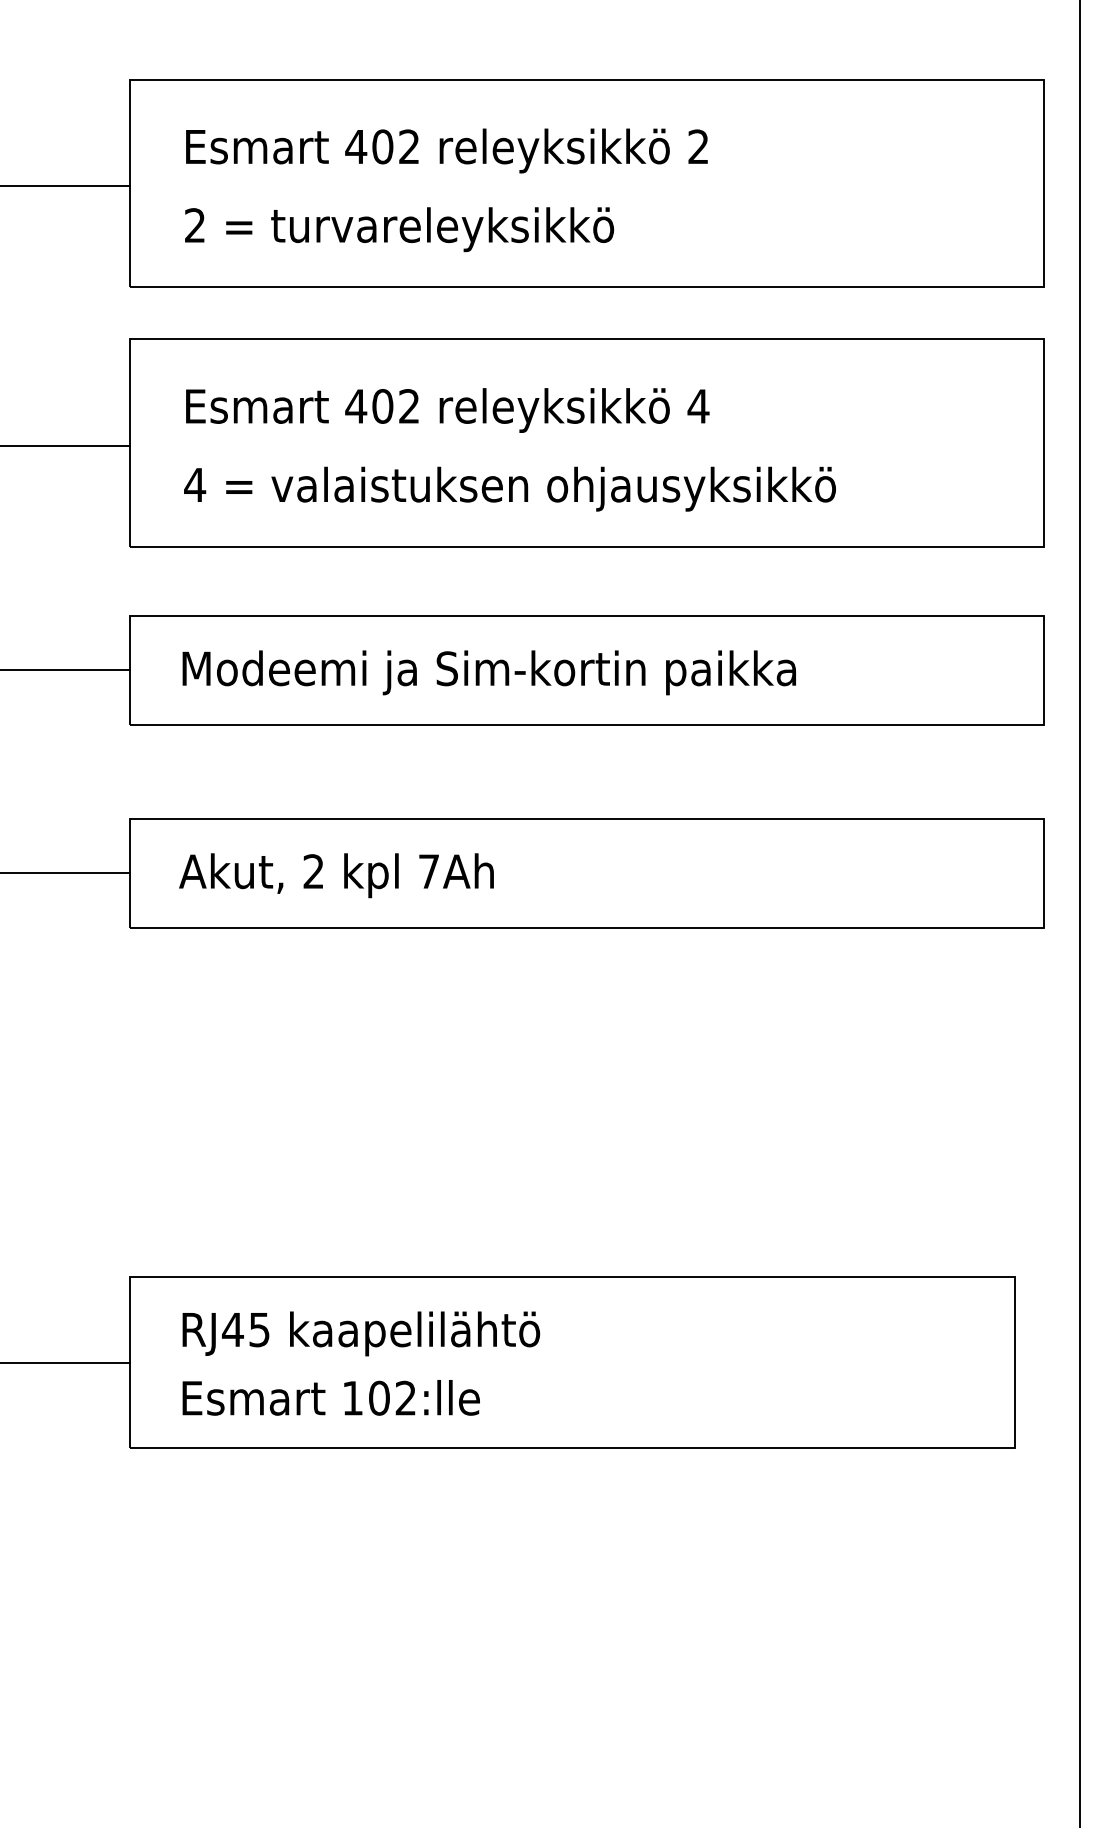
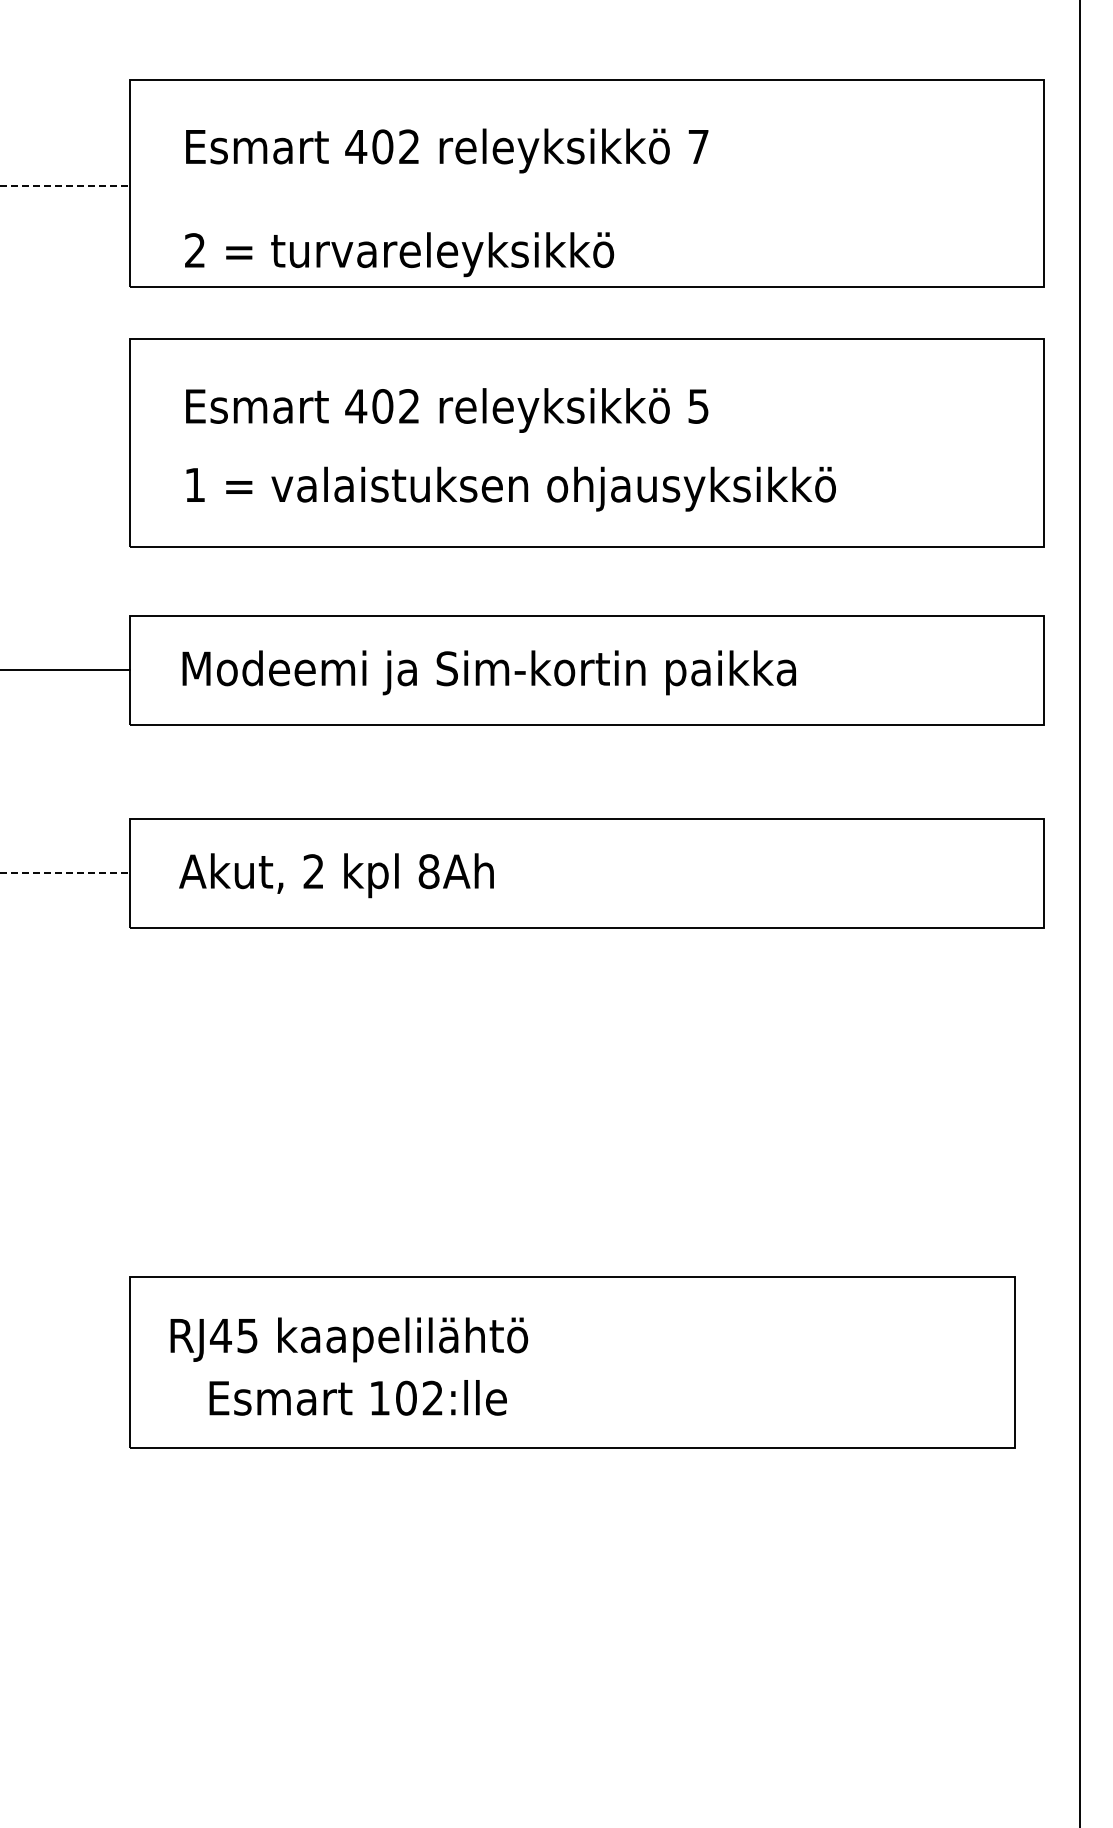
text at (698, 146): 2 -> 7
line at (65, 185): solid -> dashed
text at (399, 229) position: (399, 229) -> (399, 254)
text at (698, 406): 4 -> 5
line at (66, 446): present -> none
text at (195, 484): 4 -> 1
text at (428, 871): 7Ah -> 8Ah
line at (65, 873): solid -> dashed
text at (361, 1333) position: (361, 1333) -> (349, 1339)
line at (66, 1362): present -> none
text at (330, 1397) position: (330, 1397) -> (357, 1397)
